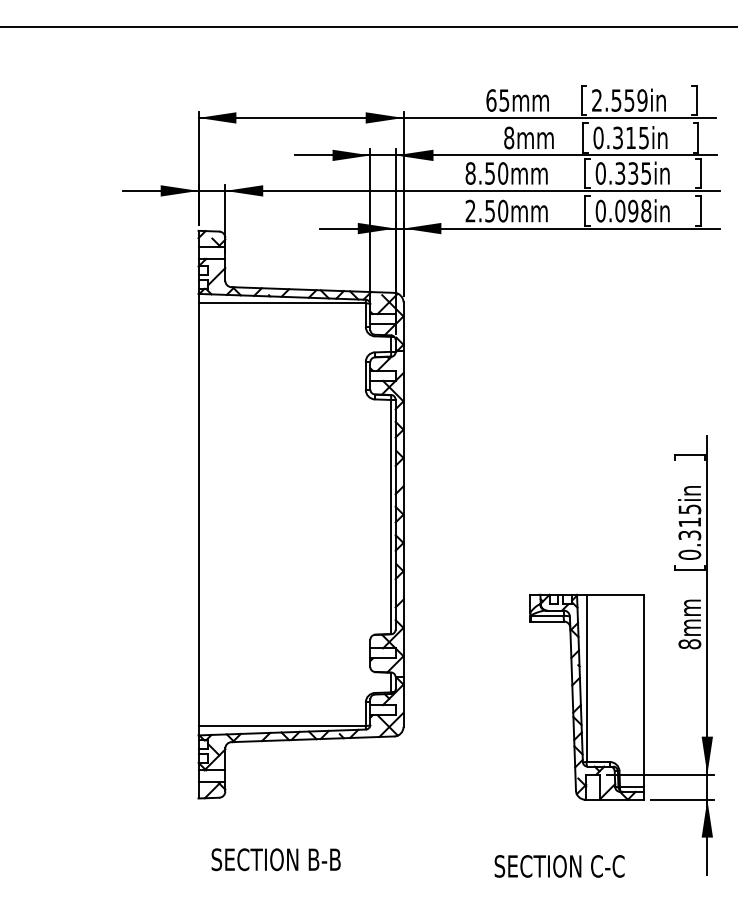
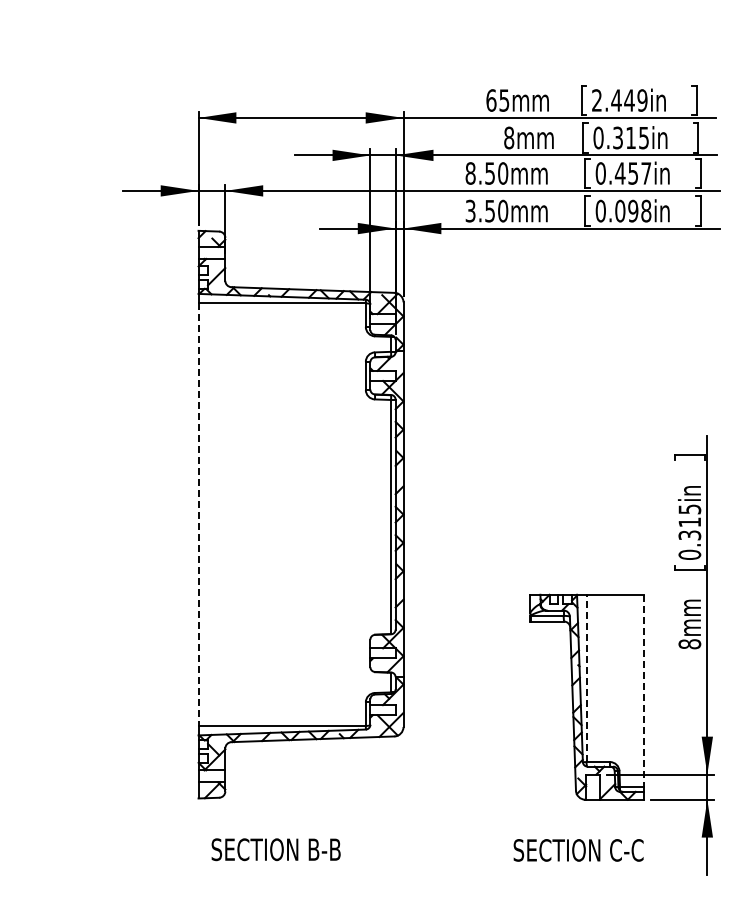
line at (369, 27): present -> none
text at (622, 100): 2.559in -> 2.449in
text at (632, 173): 0.335in -> 0.457in
text at (470, 211): 2.50mm -> 3.50mm
line at (198, 515): solid -> dashed
line at (586, 678): solid -> dashed
line at (644, 691): solid -> dashed
text at (275, 859) position: (275, 859) -> (275, 849)
text at (559, 866) position: (559, 866) -> (578, 850)
